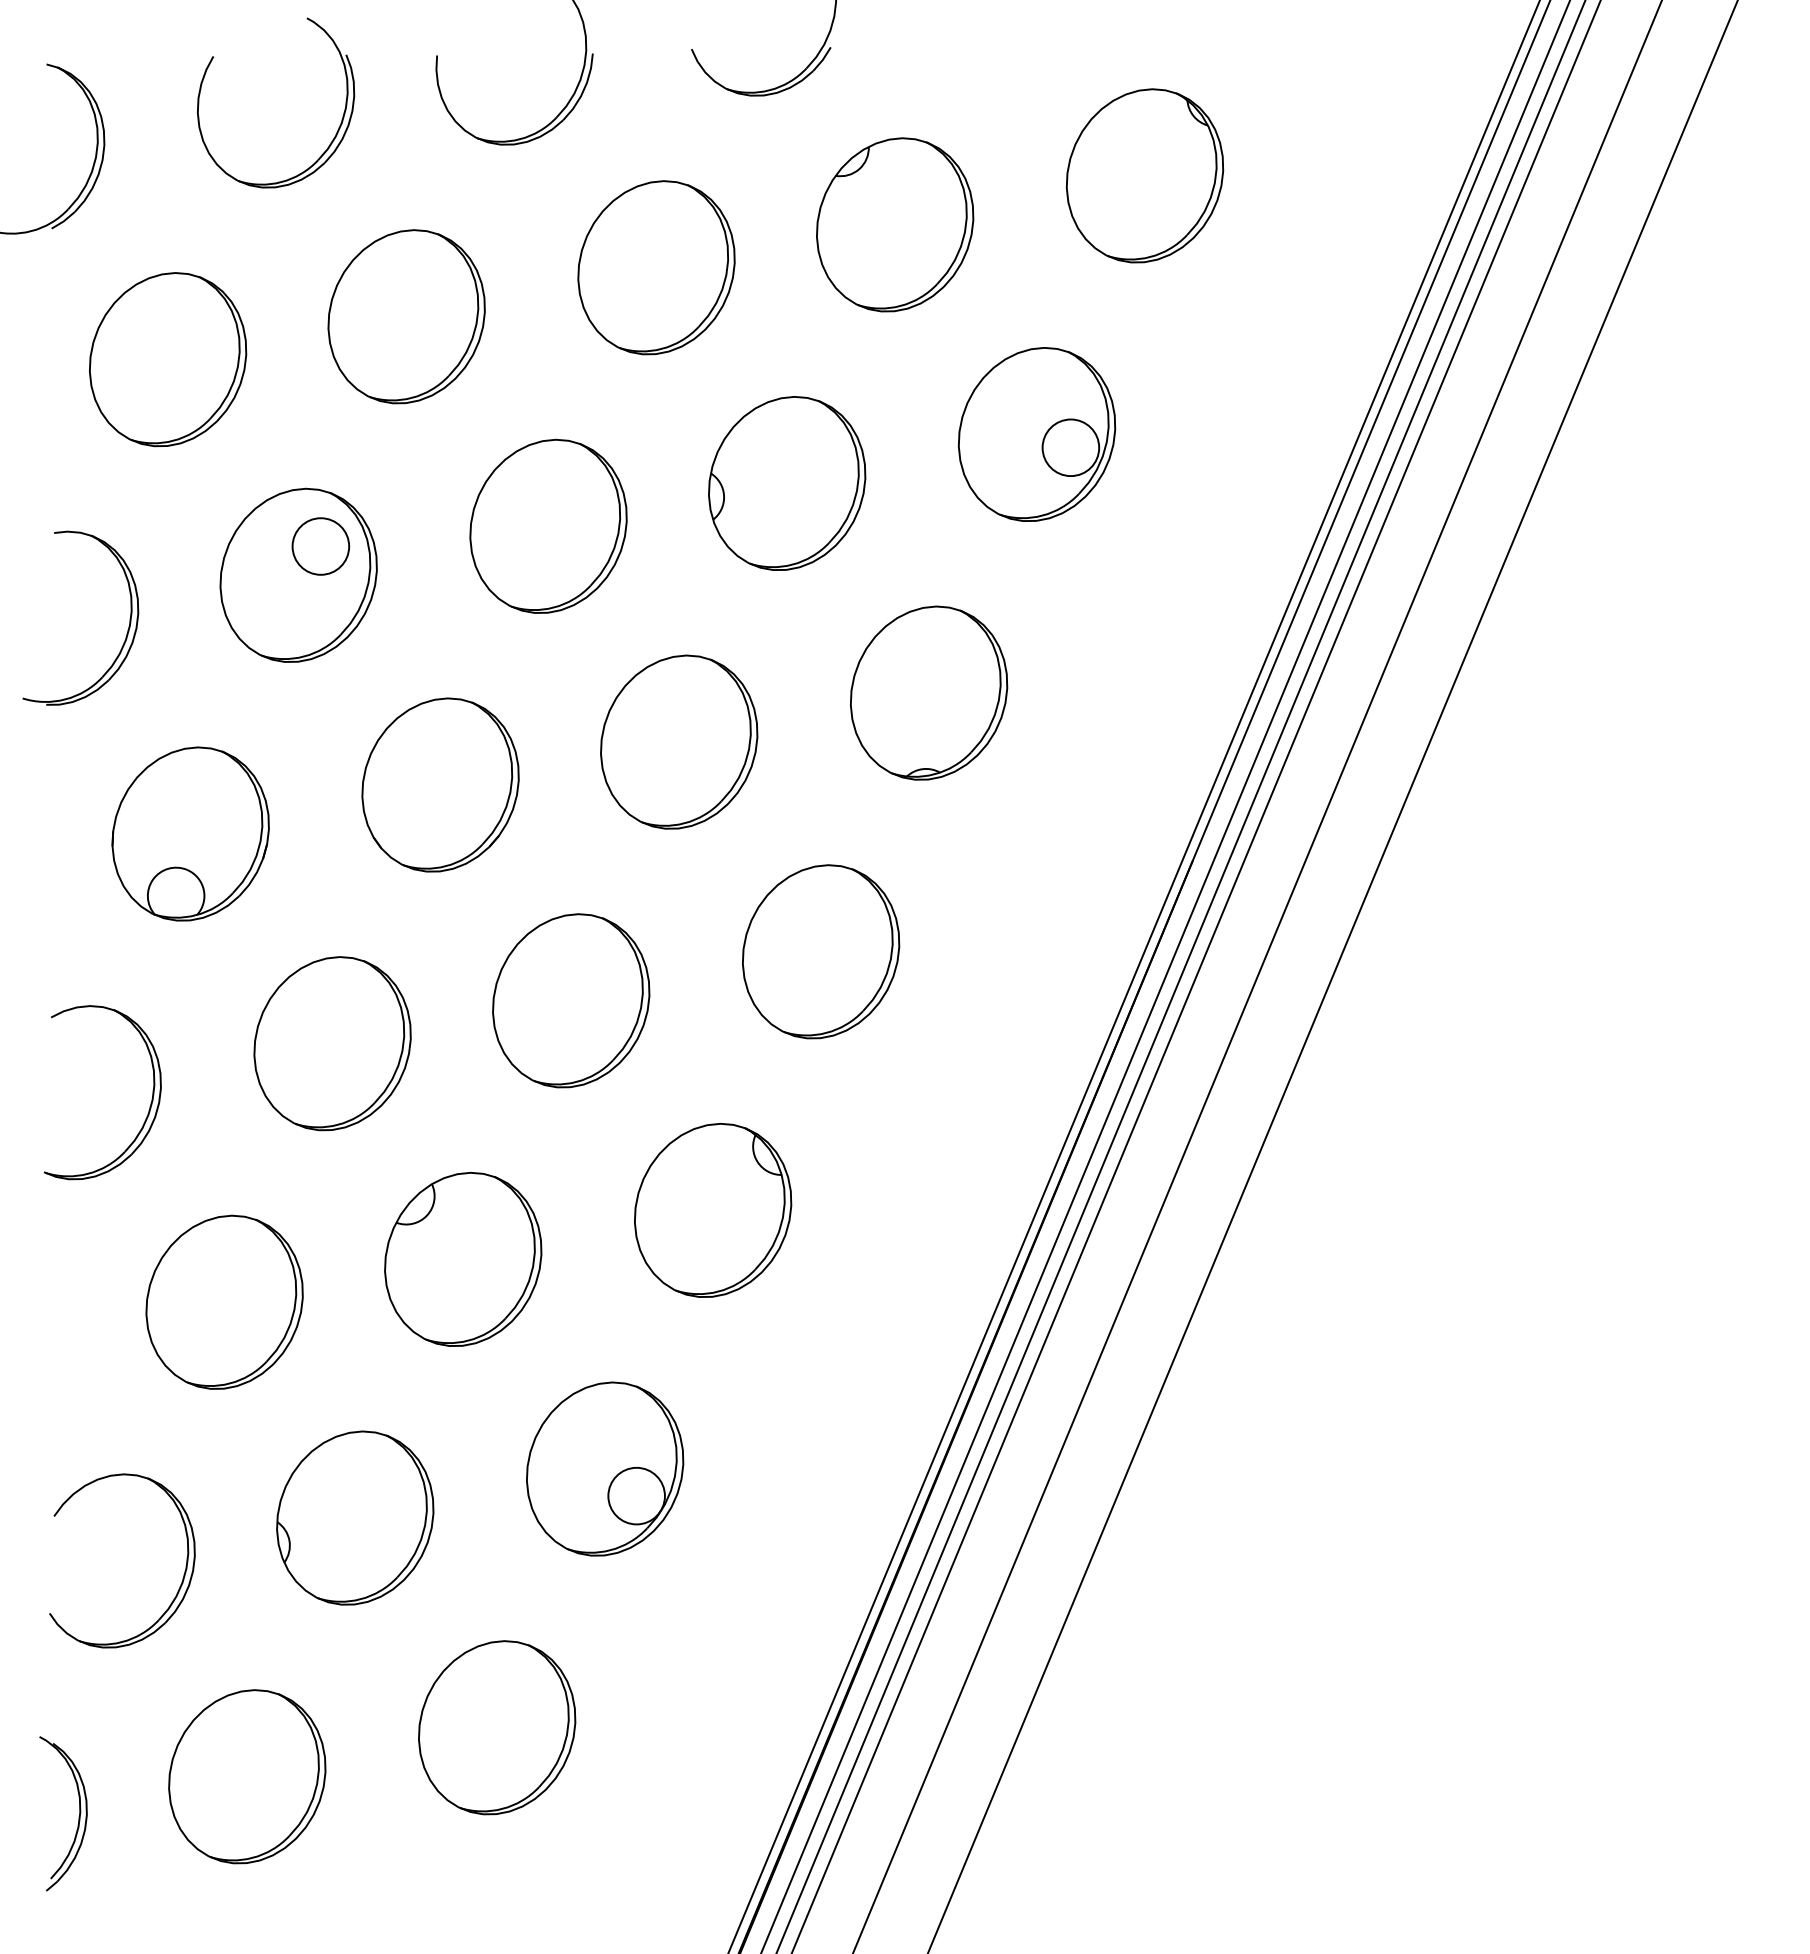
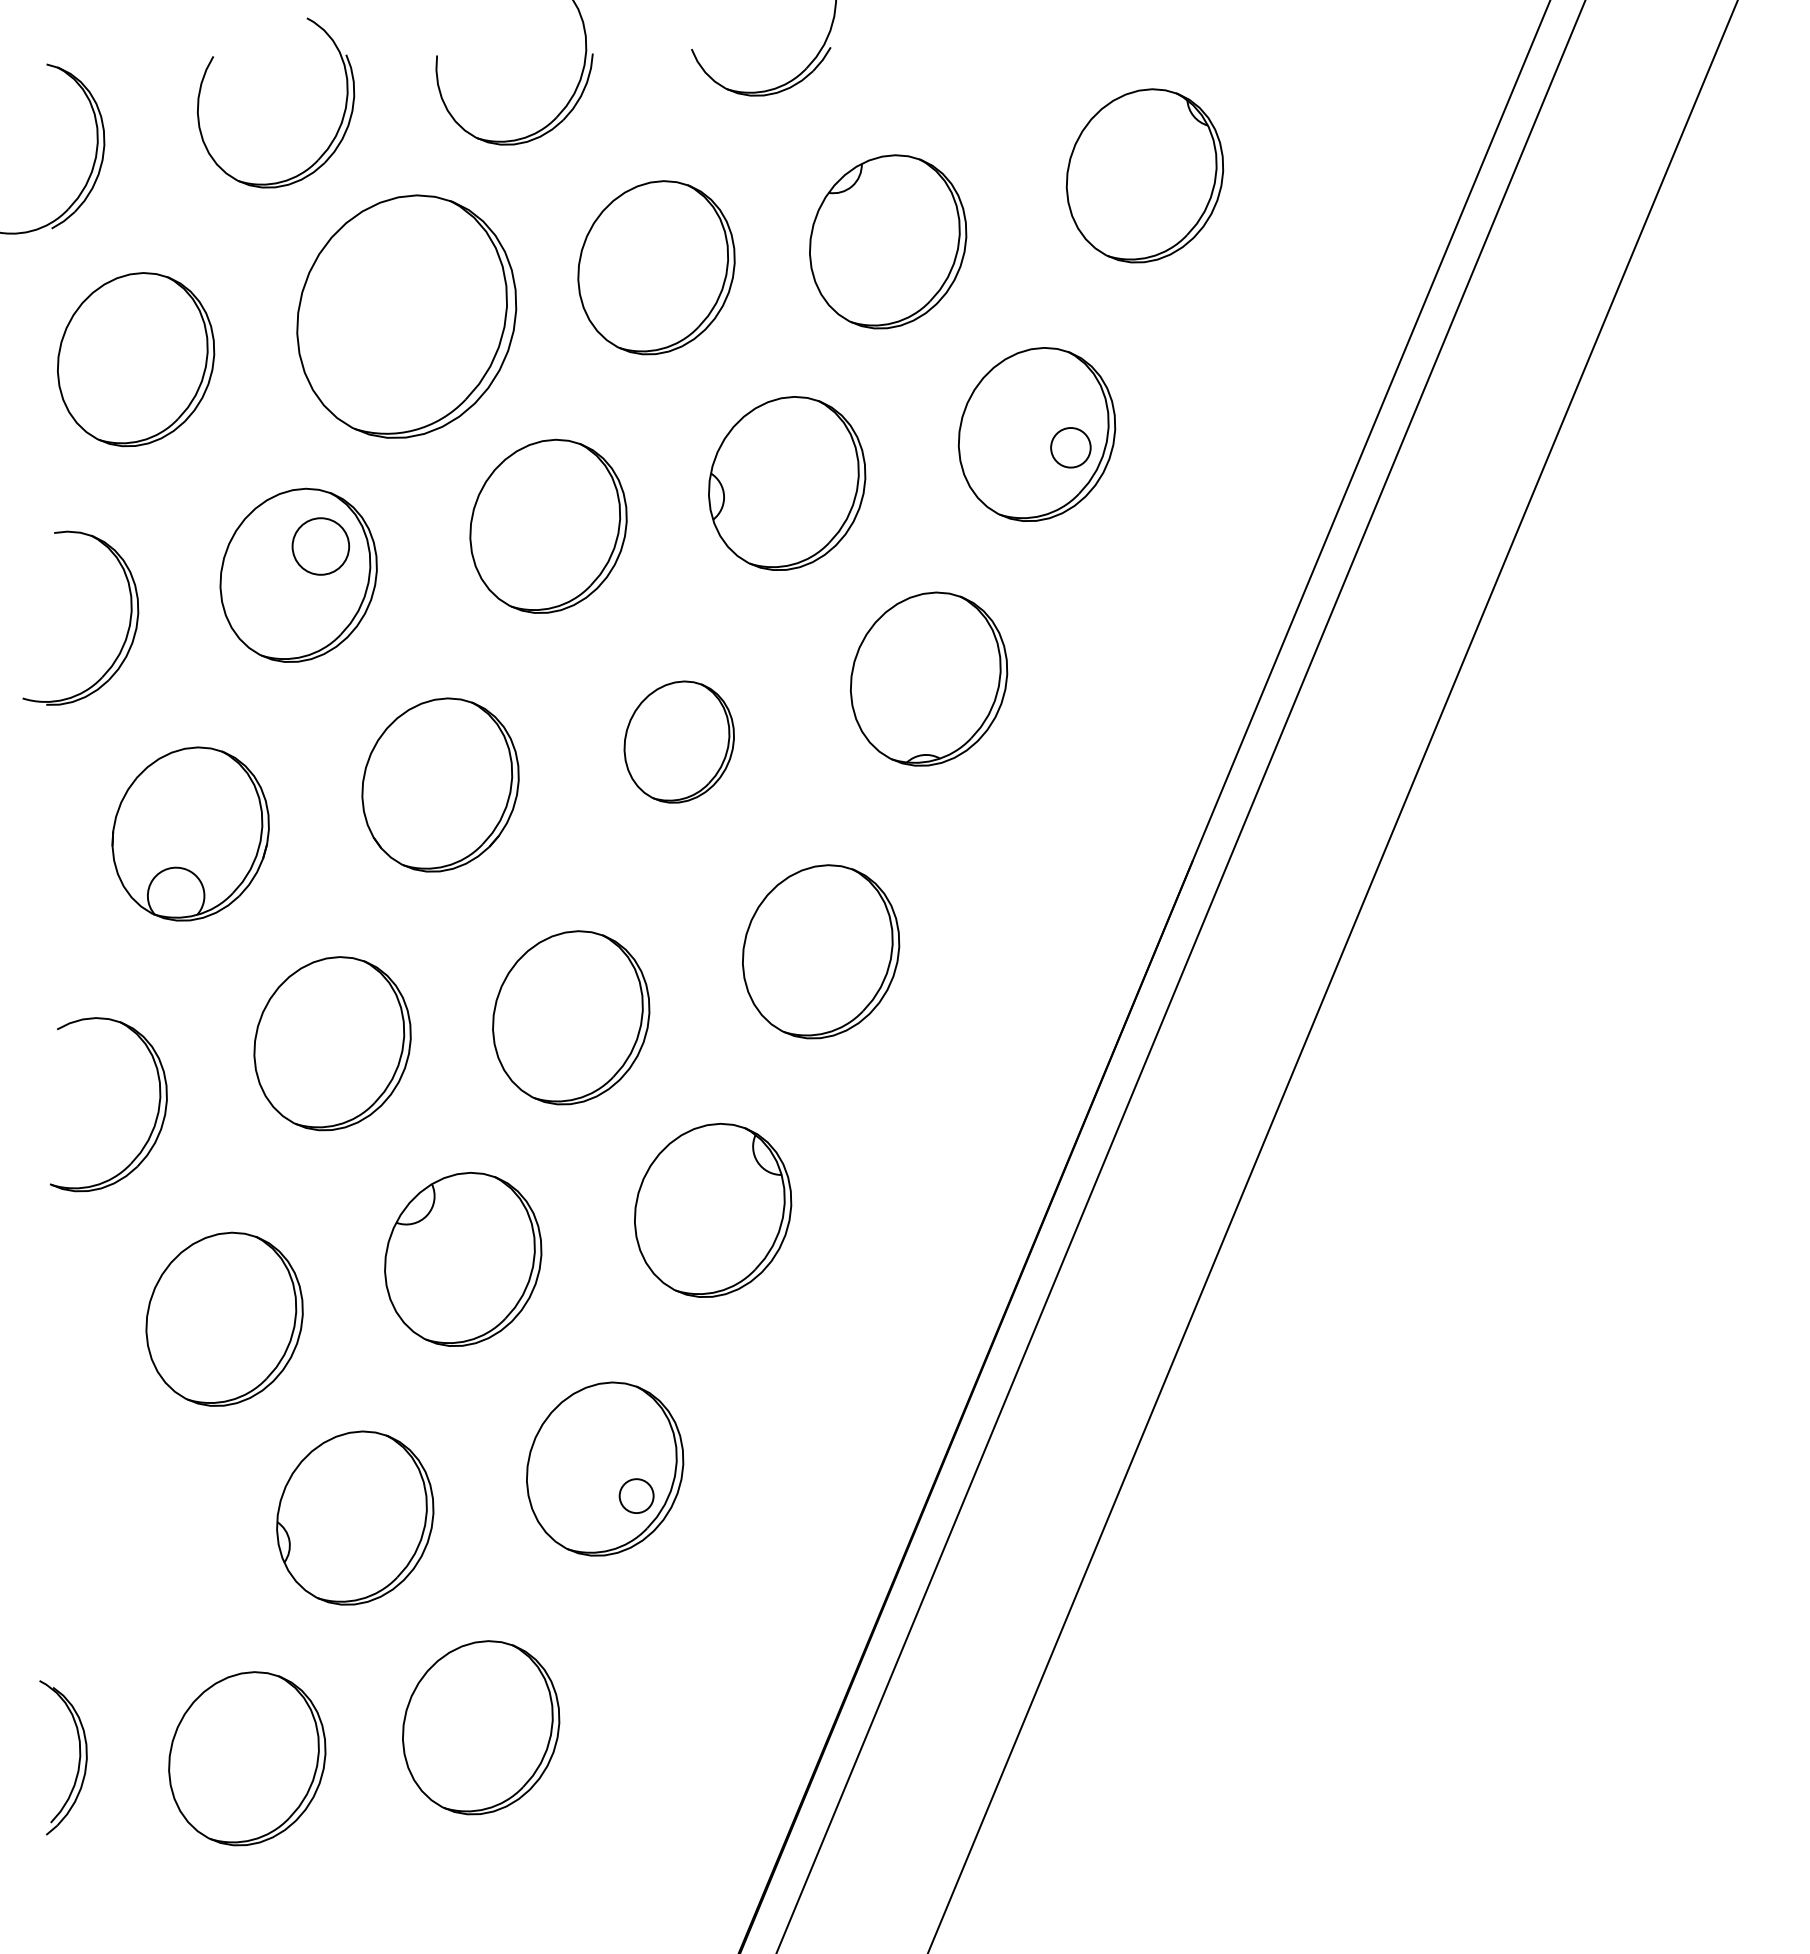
part at (895, 224) position: (895, 224) -> (888, 241)
part at (406, 316) size: 159x176 px -> 222x245 px
part at (168, 359) position: (168, 359) -> (136, 359)
circle at (1070, 447) diameter: 57 px -> 40 px
part at (929, 692) position: (929, 692) -> (929, 678)
part at (679, 741) size: 159x176 px -> 112x124 px
line at (1134, 976): present -> none
line at (1165, 976): present -> none
line at (1195, 976): present -> none
line at (1257, 976): present -> none
part at (571, 1000) position: (571, 1000) -> (571, 1017)
part at (149, 1106) position: (149, 1106) -> (155, 1118)
part at (224, 1301) position: (224, 1301) -> (224, 1318)
circle at (636, 1495) diameter: 57 px -> 34 px
part at (183, 1574): present -> none
part at (497, 1727) position: (497, 1727) -> (481, 1727)
part at (247, 1776) position: (247, 1776) -> (247, 1758)
part at (78, 1816) position: (78, 1816) -> (78, 1760)
